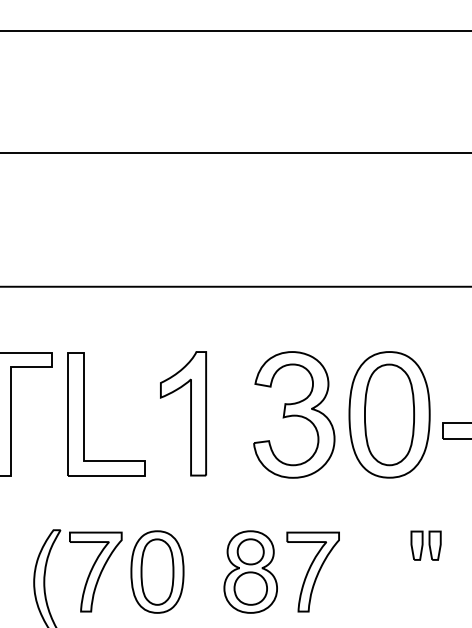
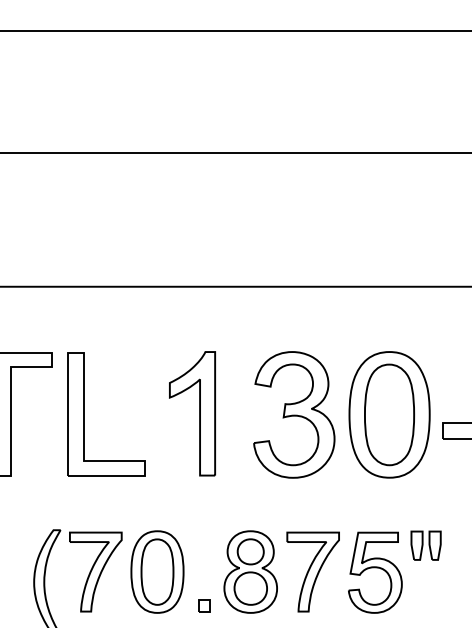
part at (190, 413) position: (190, 413) -> (199, 413)
part at (375, 572): none -> present
part at (204, 605): none -> present
